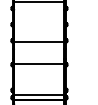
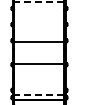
line at (39, 2): solid -> dashed
line at (39, 94): solid -> dashed
